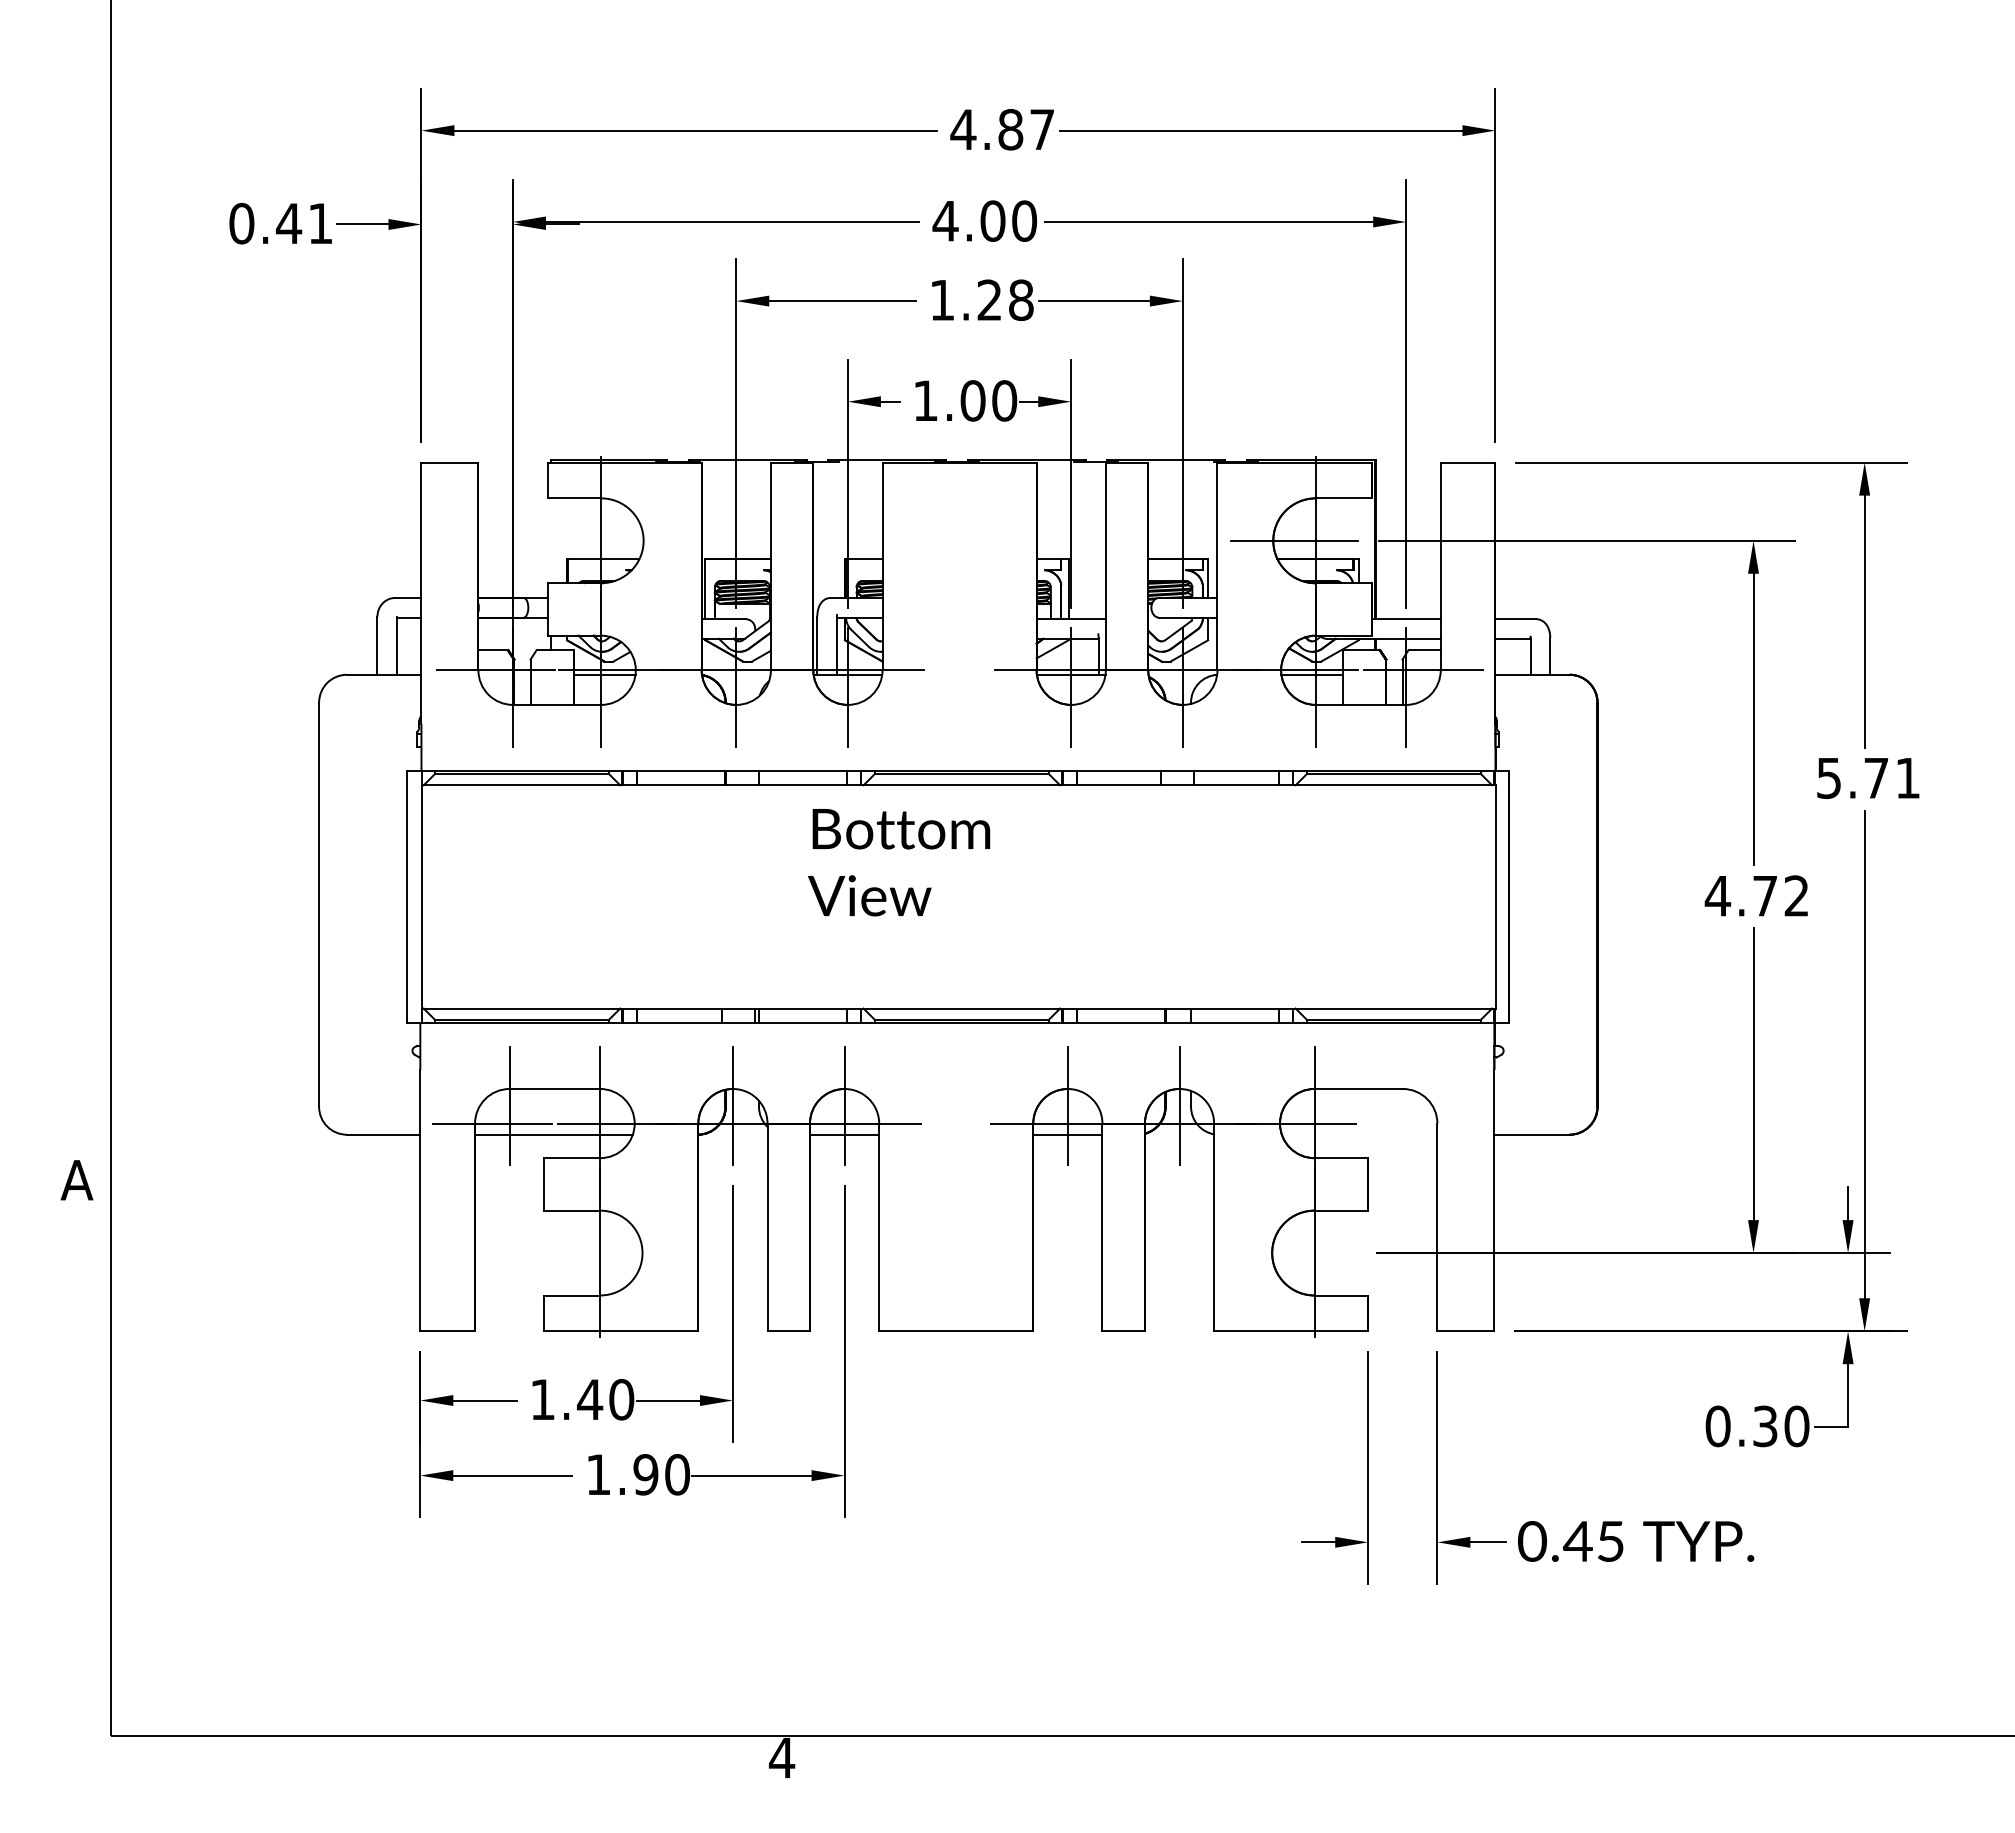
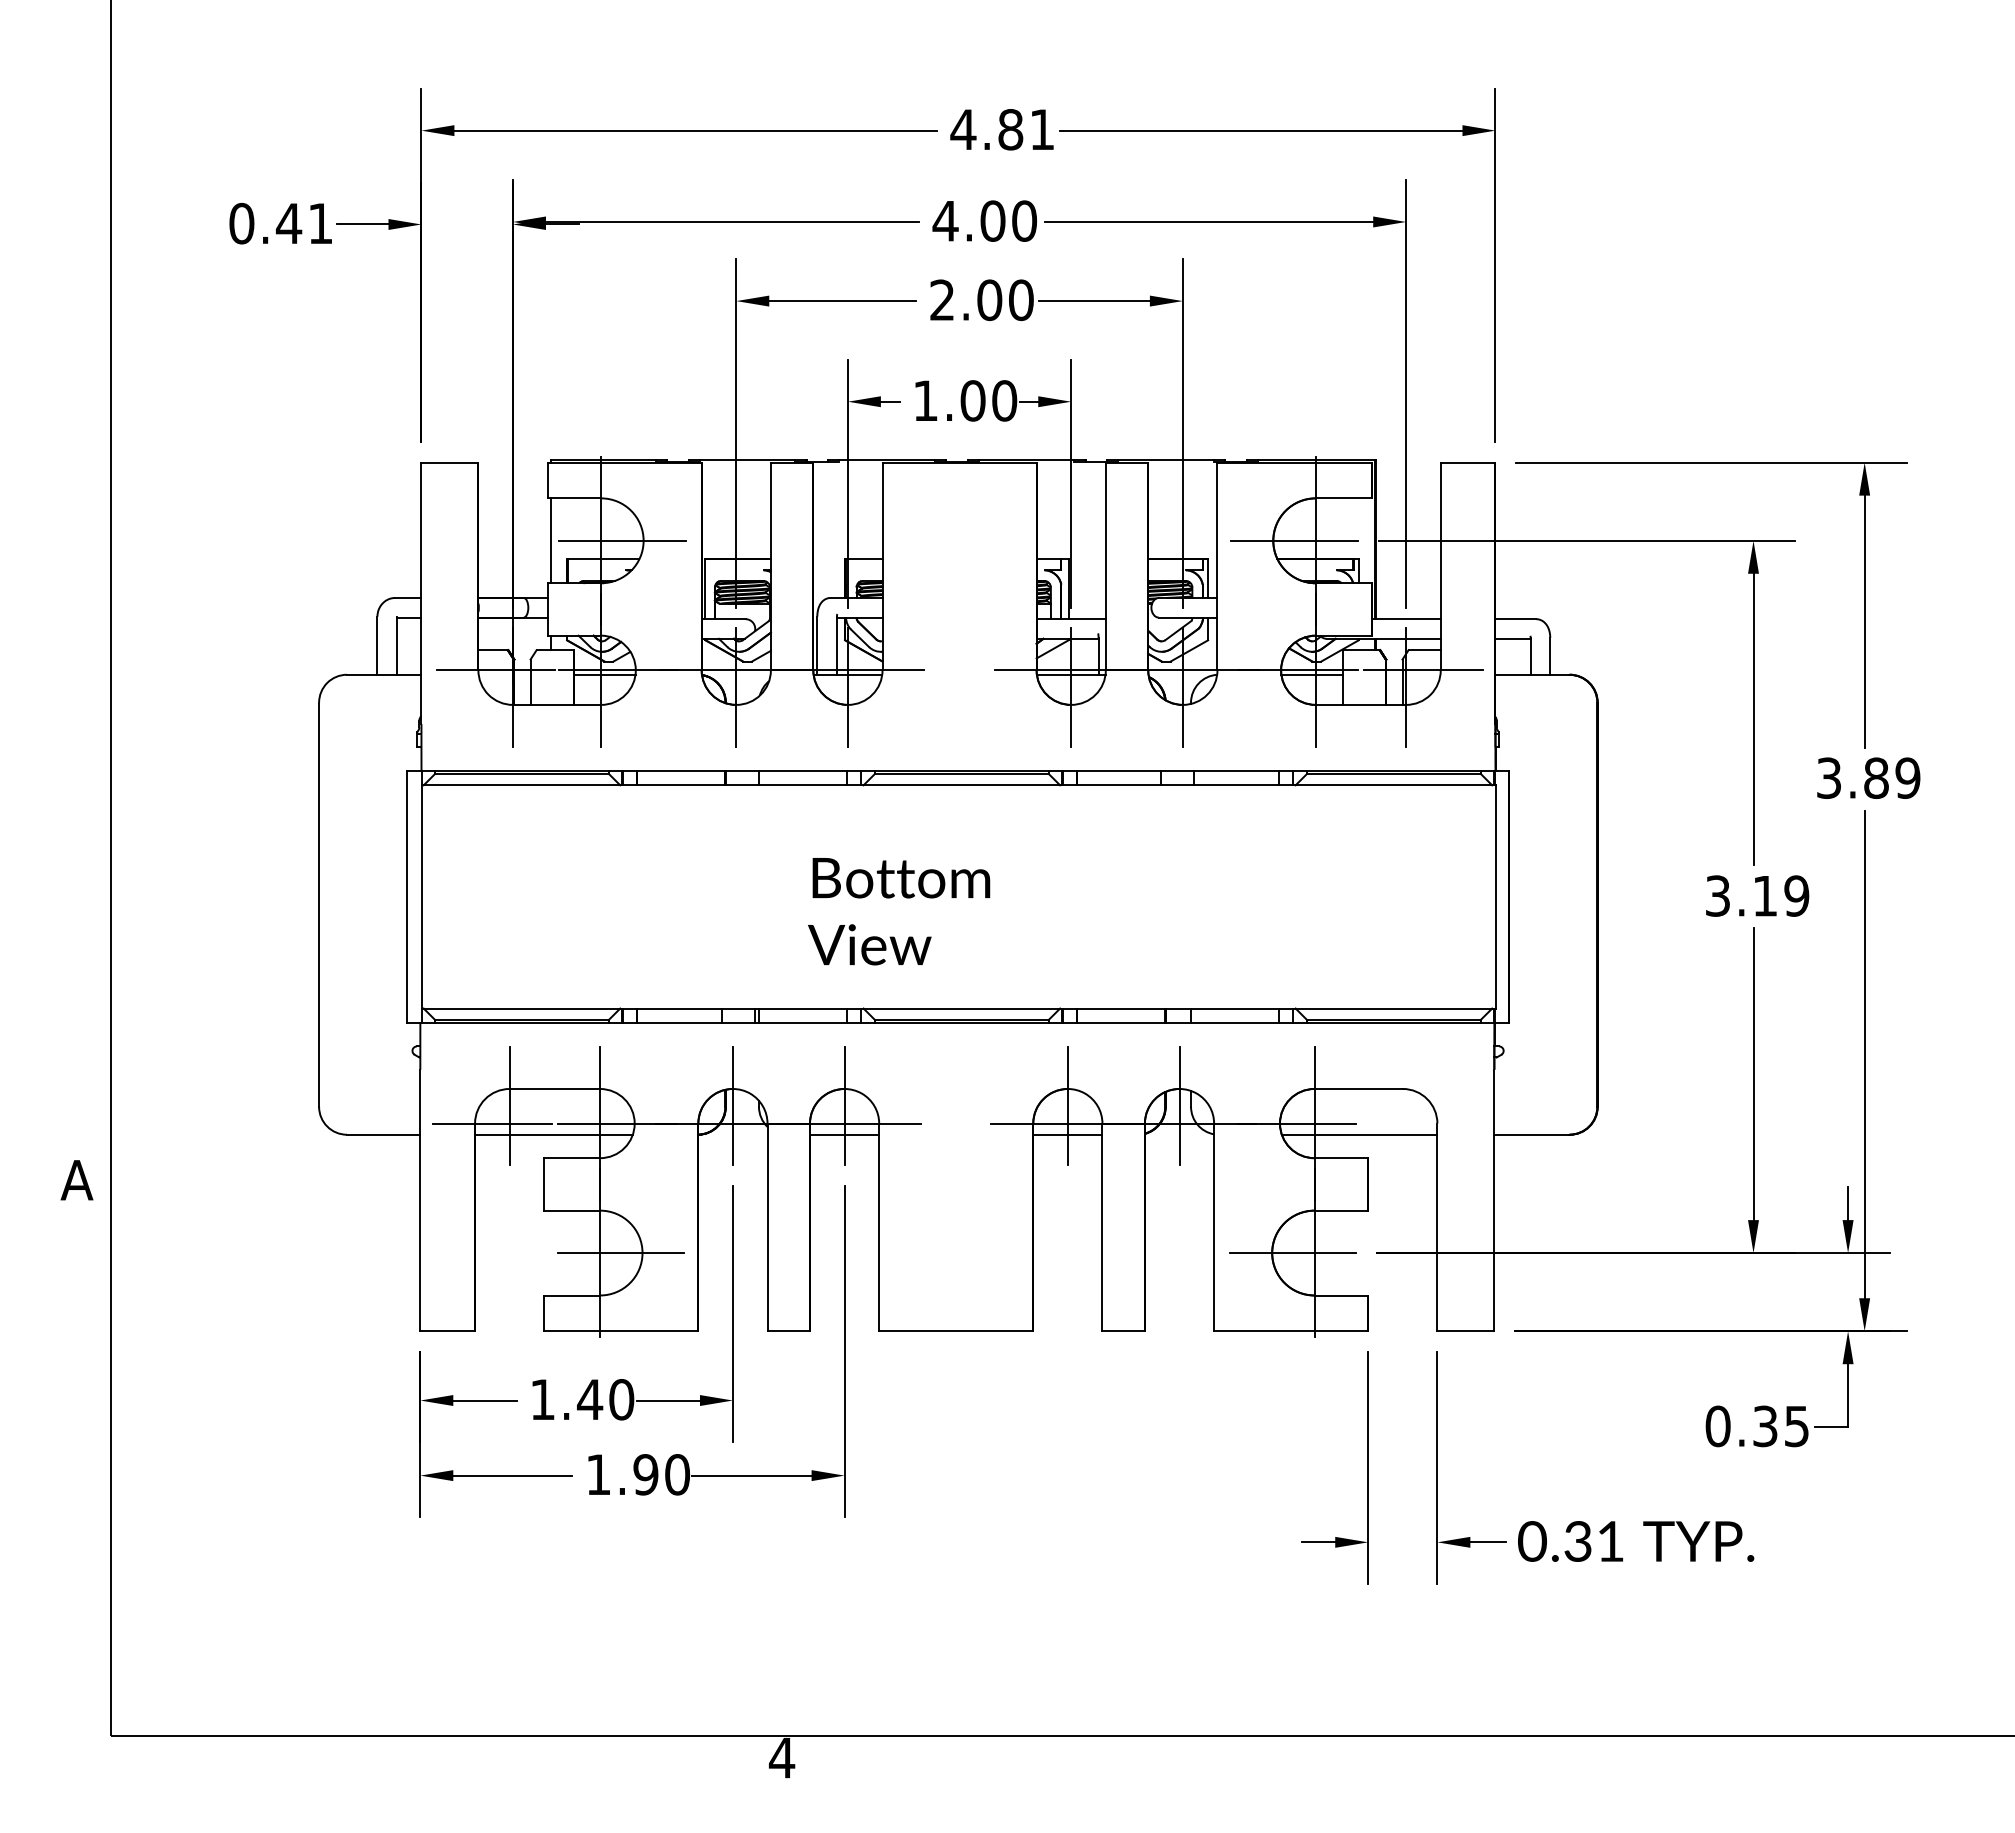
text at (1041, 129): 4.87 -> 4.81
text at (981, 300): 1.28 -> 2.00
line at (550, 540): none -> present
line at (622, 540): none -> present
text at (1868, 778): 5.71 -> 3.89
text at (899, 862) position: (899, 862) -> (899, 911)
text at (1756, 895): 4.72 -> 3.19
line at (1359, 1134): none -> present
line at (621, 1253): none -> present
line at (1293, 1253): none -> present
text at (1796, 1426): 0.30 -> 0.35
text at (1592, 1541): 0.45 -> 0.31
